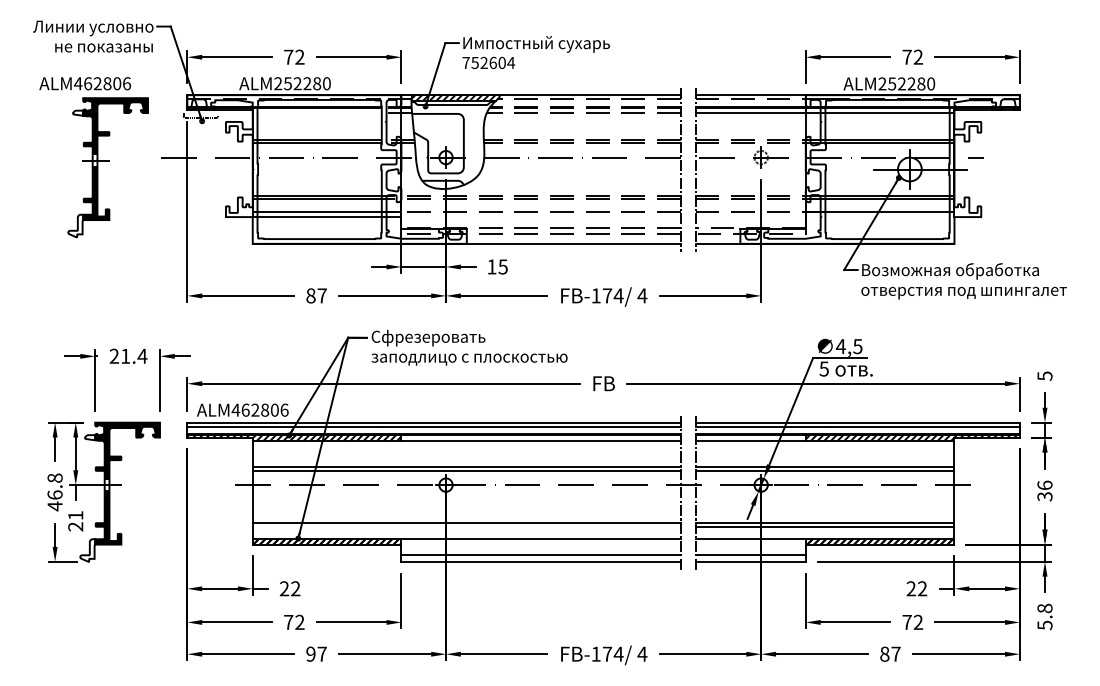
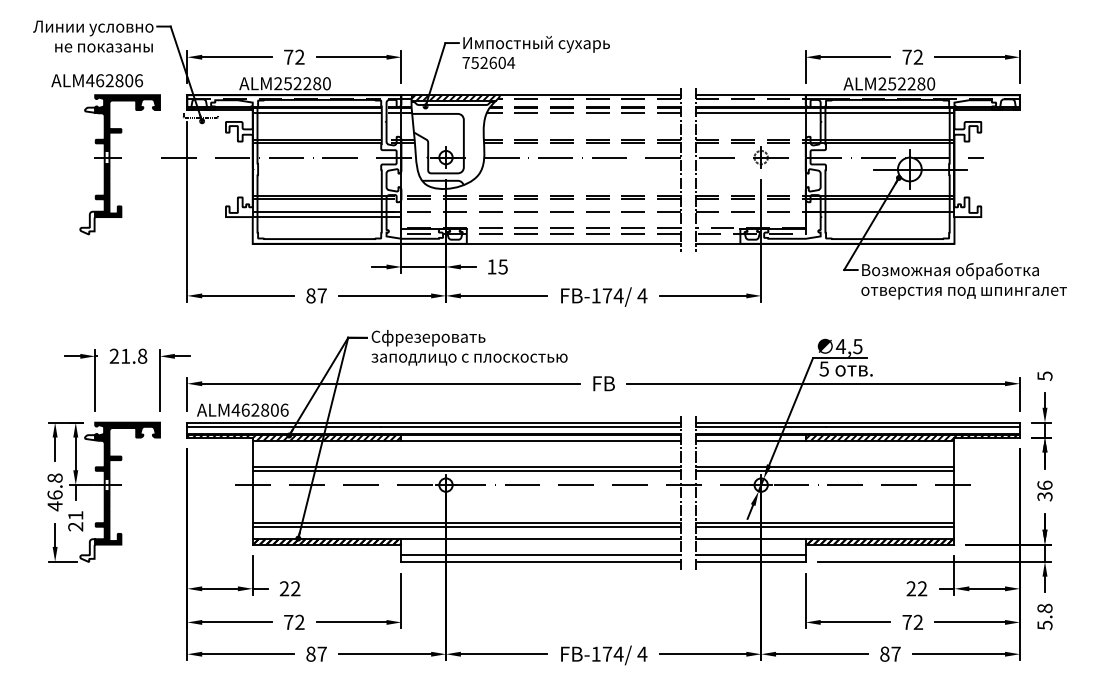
line at (316, 113): none -> present
part at (93, 157) position: (93, 157) -> (105, 154)
text at (142, 355): 21.4 -> 21.8
line at (466, 526): none -> present
text at (310, 653): 97 -> 87
